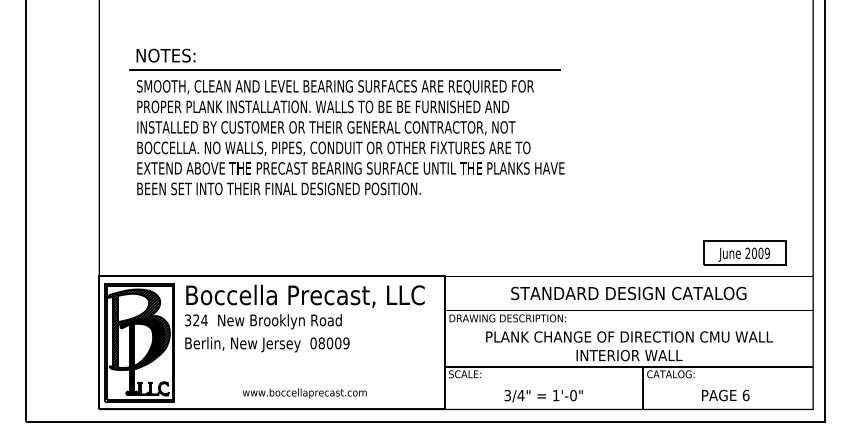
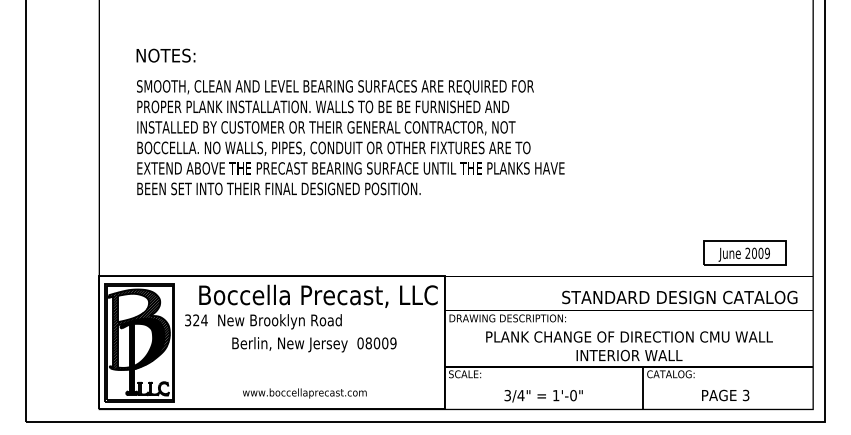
line at (345, 69): present -> none
text at (628, 293) position: (628, 293) -> (679, 297)
text at (305, 295) position: (305, 295) -> (318, 295)
text at (267, 344) position: (267, 344) -> (314, 344)
text at (745, 395): 6 -> 3
